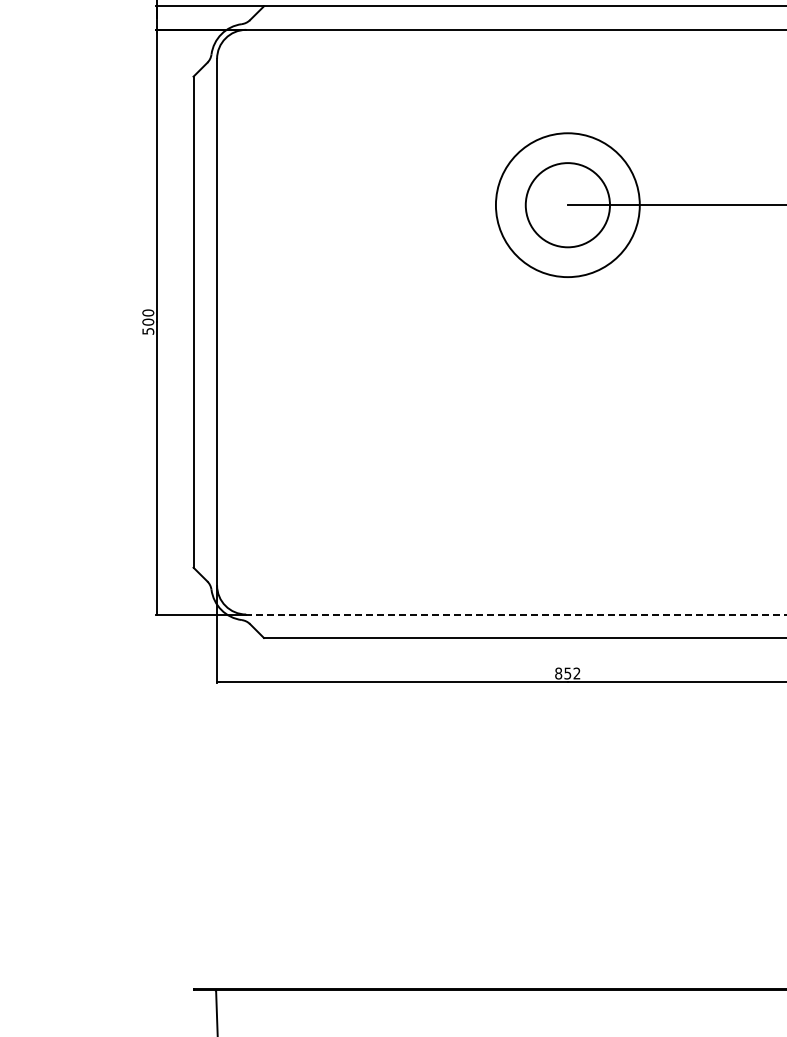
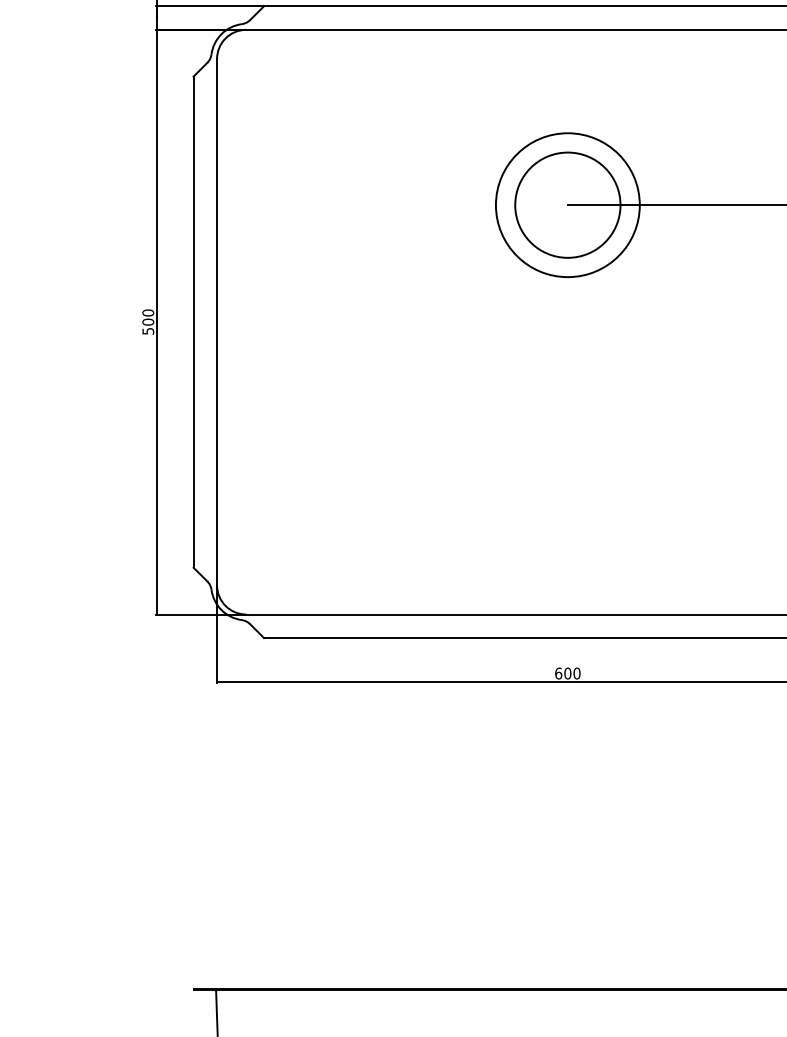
circle at (567, 205) diameter: 84 px -> 105 px
line at (515, 614): dashed -> solid
text at (567, 673): 852 -> 600
